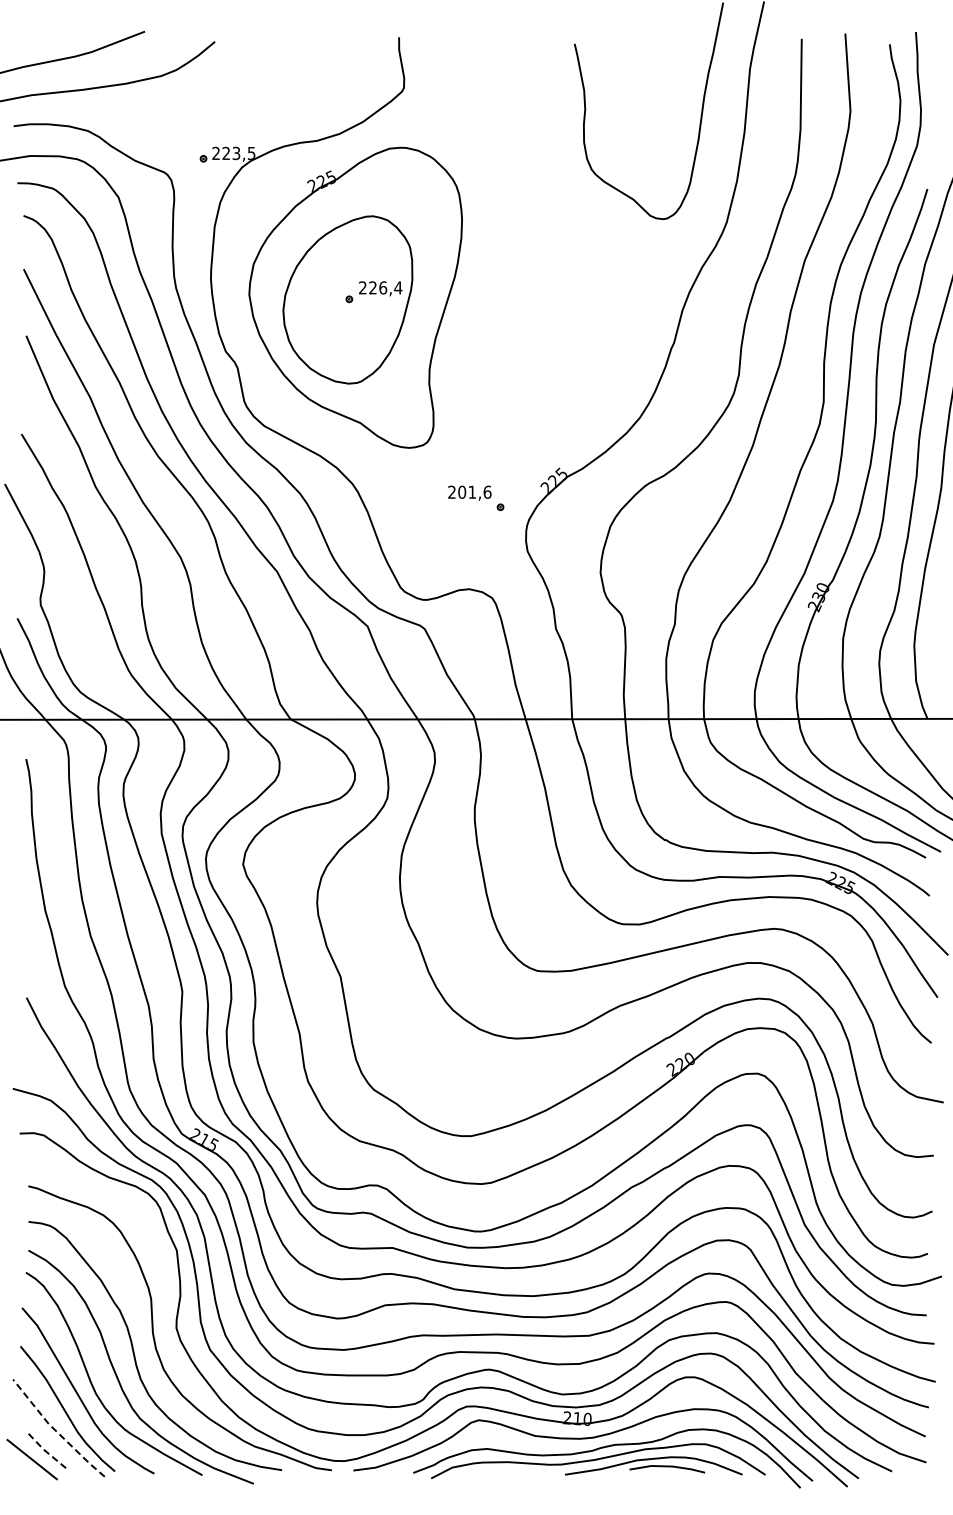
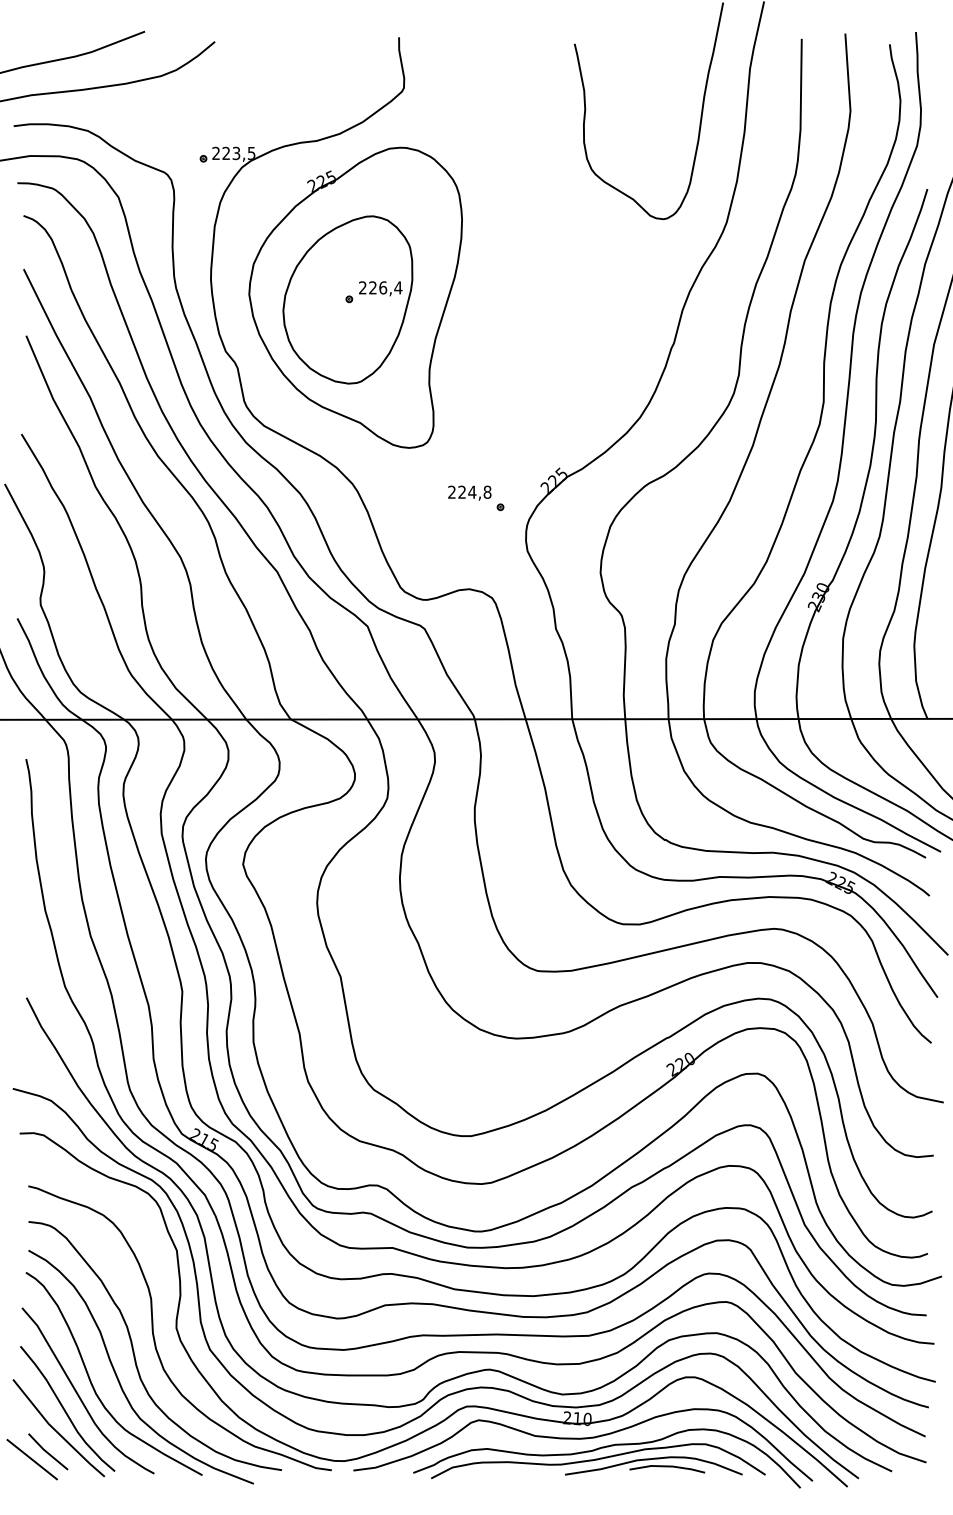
text at (474, 491): 201,6 -> 224,8
line at (55, 1430): dashed -> solid
line at (47, 1452): dashed -> solid
